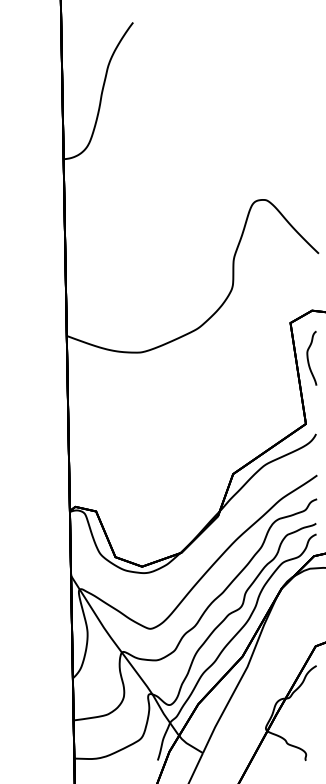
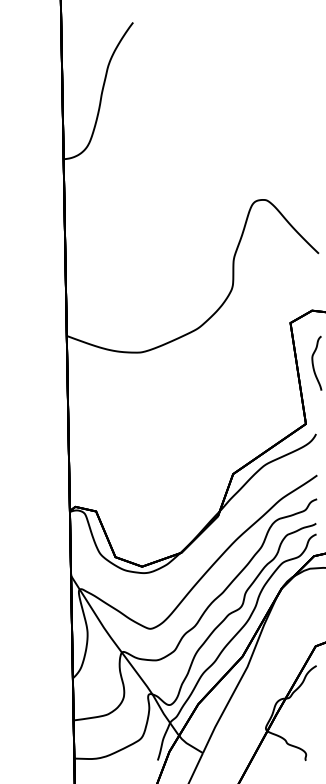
curve at (308, 357) position: (308, 357) -> (313, 362)
